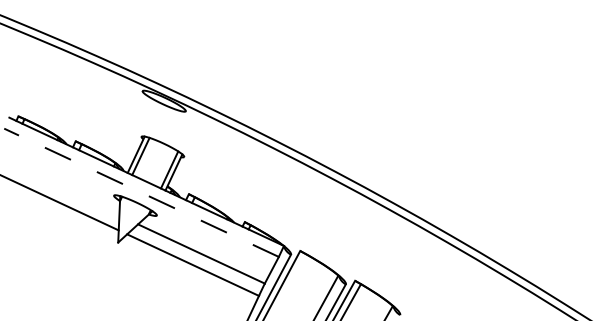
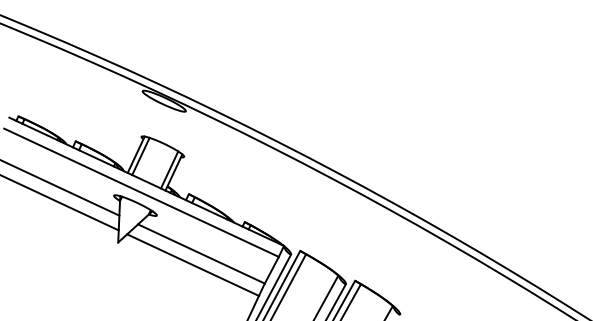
line at (60, 188): none -> present
line at (141, 192): dashed -> solid
line at (289, 285): none -> present
